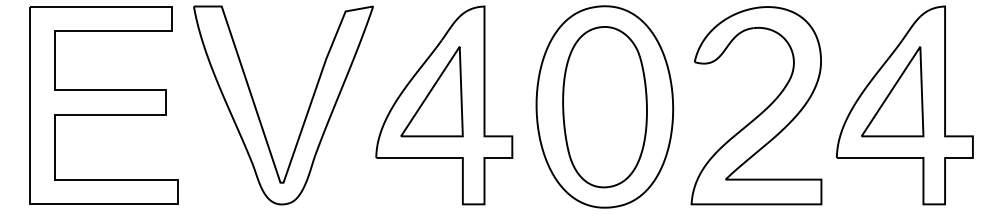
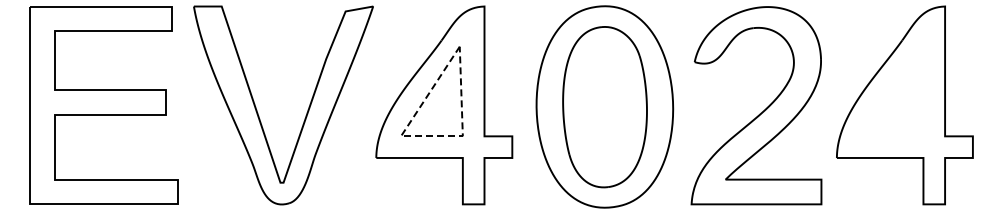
part at (892, 91): present -> none
line at (422, 136): solid -> dashed
